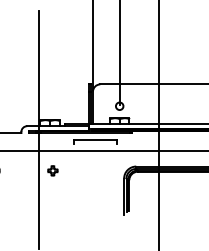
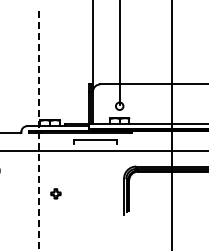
line at (159, 124) position: (159, 124) -> (172, 124)
line at (38, 130): solid -> dashed
part at (52, 170) position: (52, 170) -> (55, 193)
